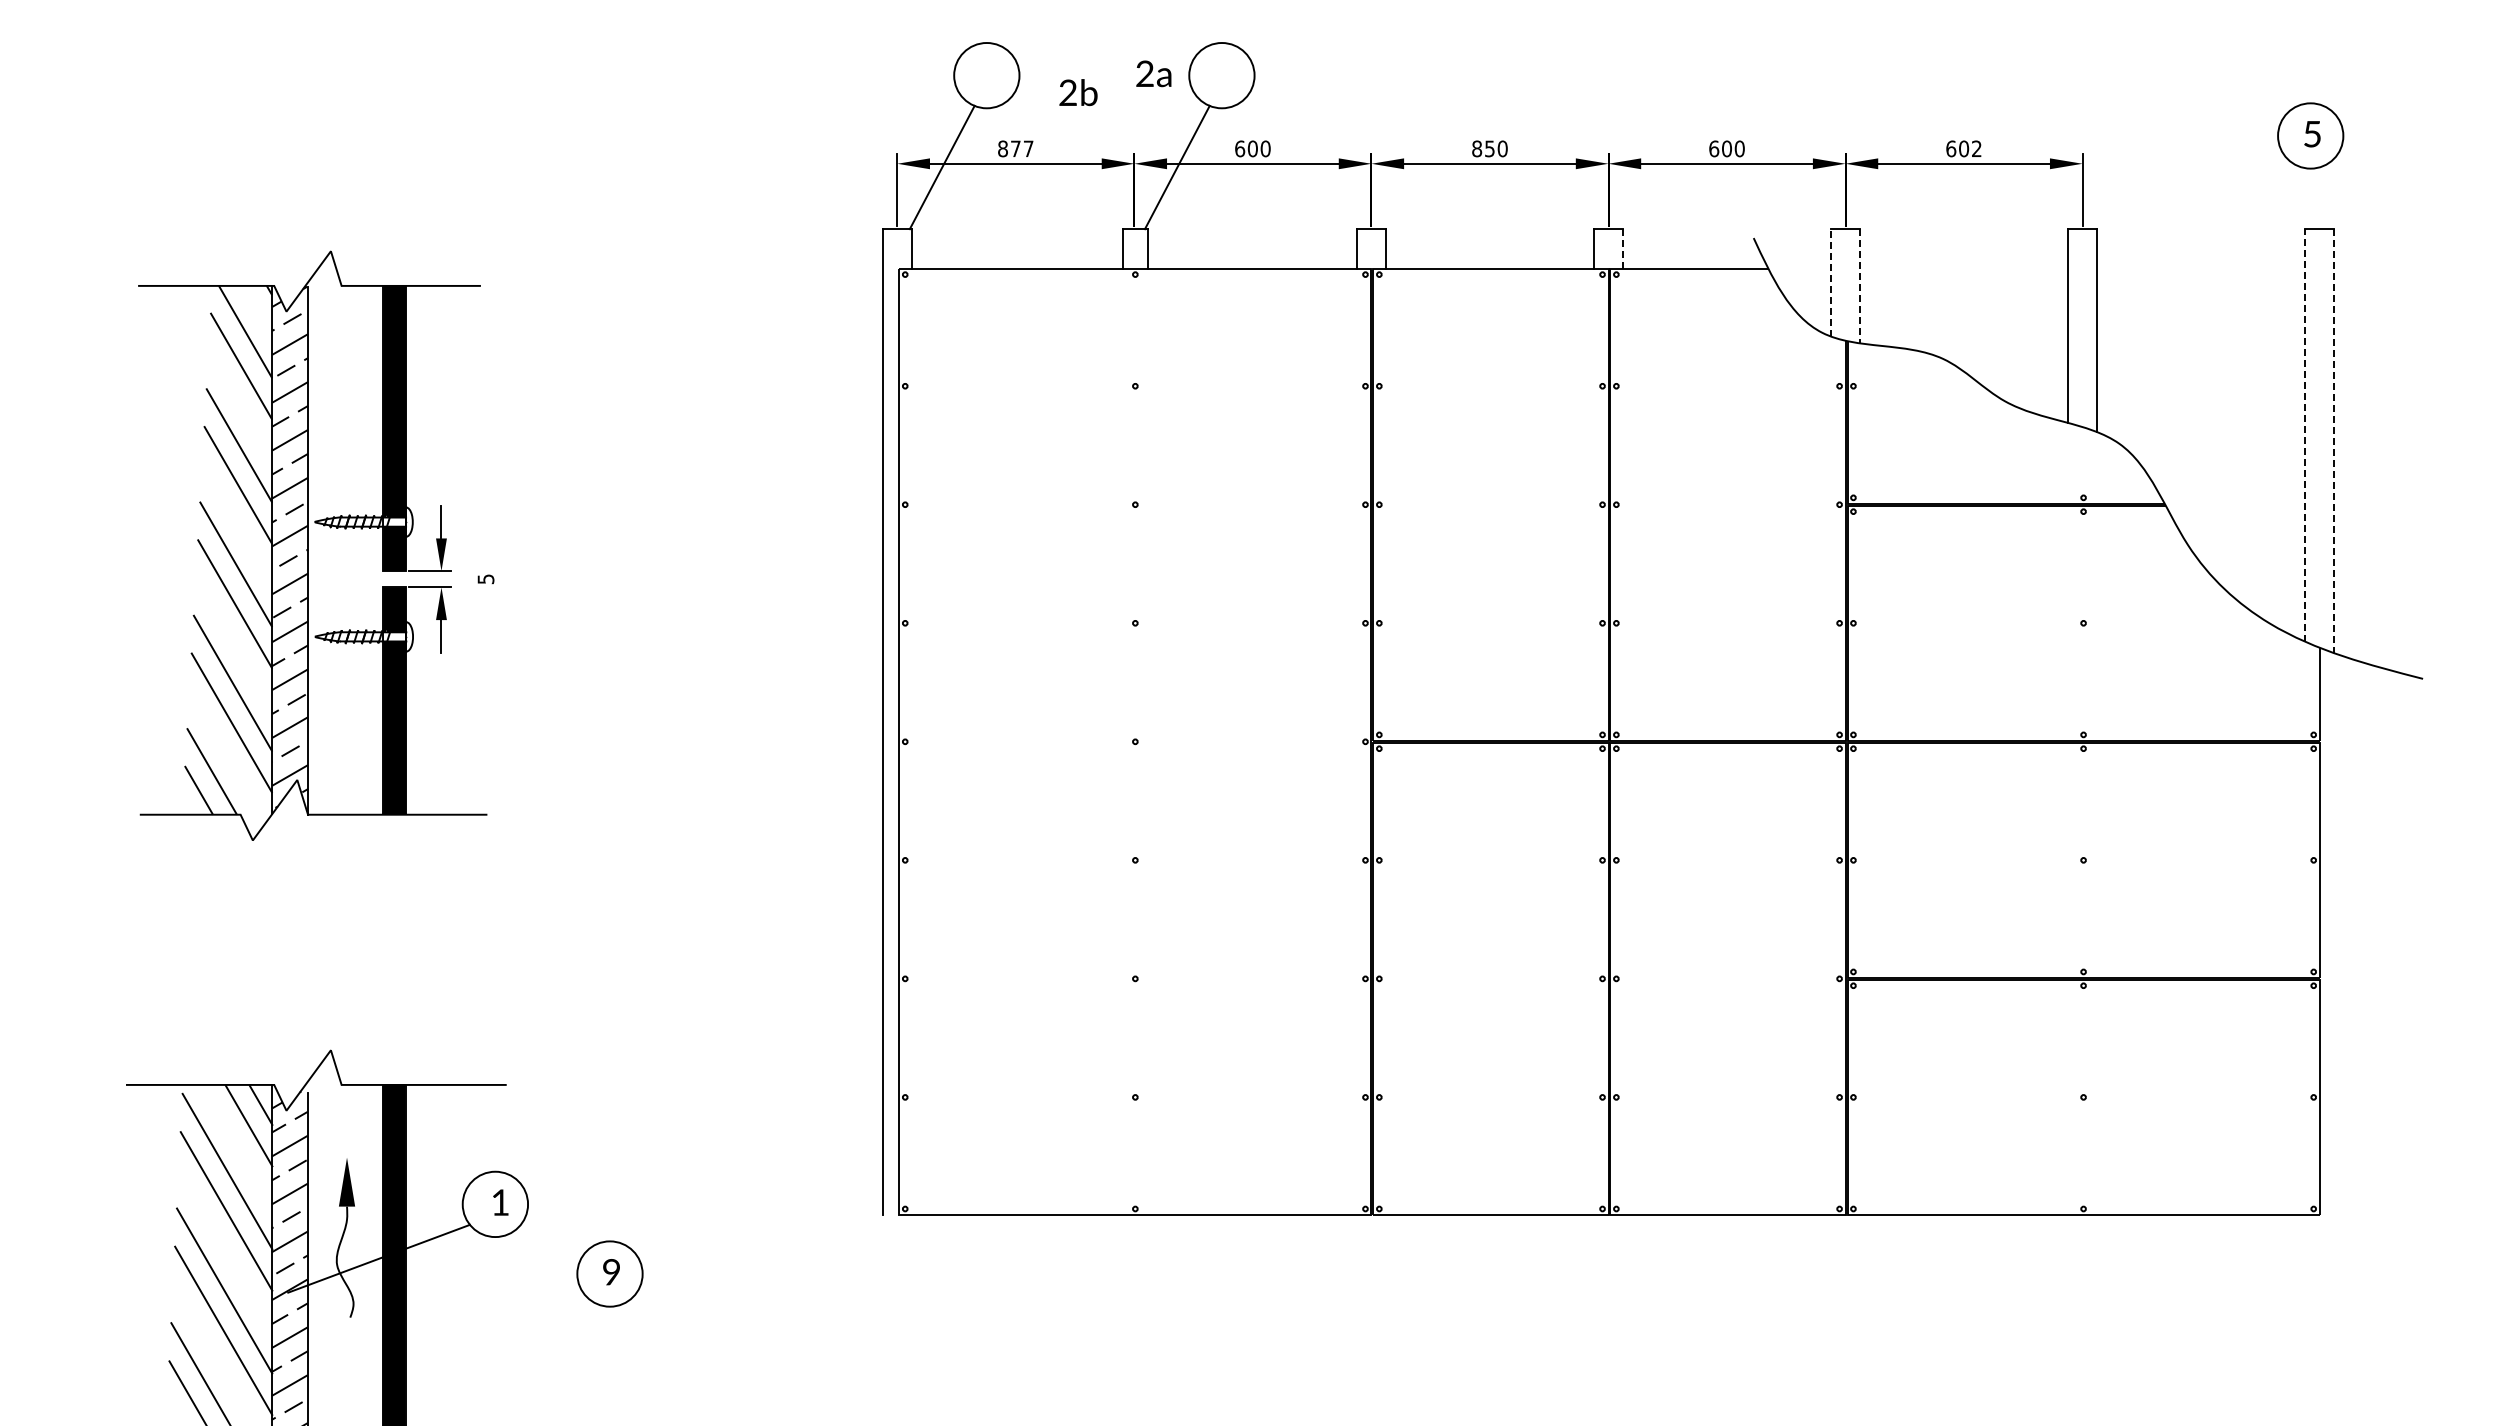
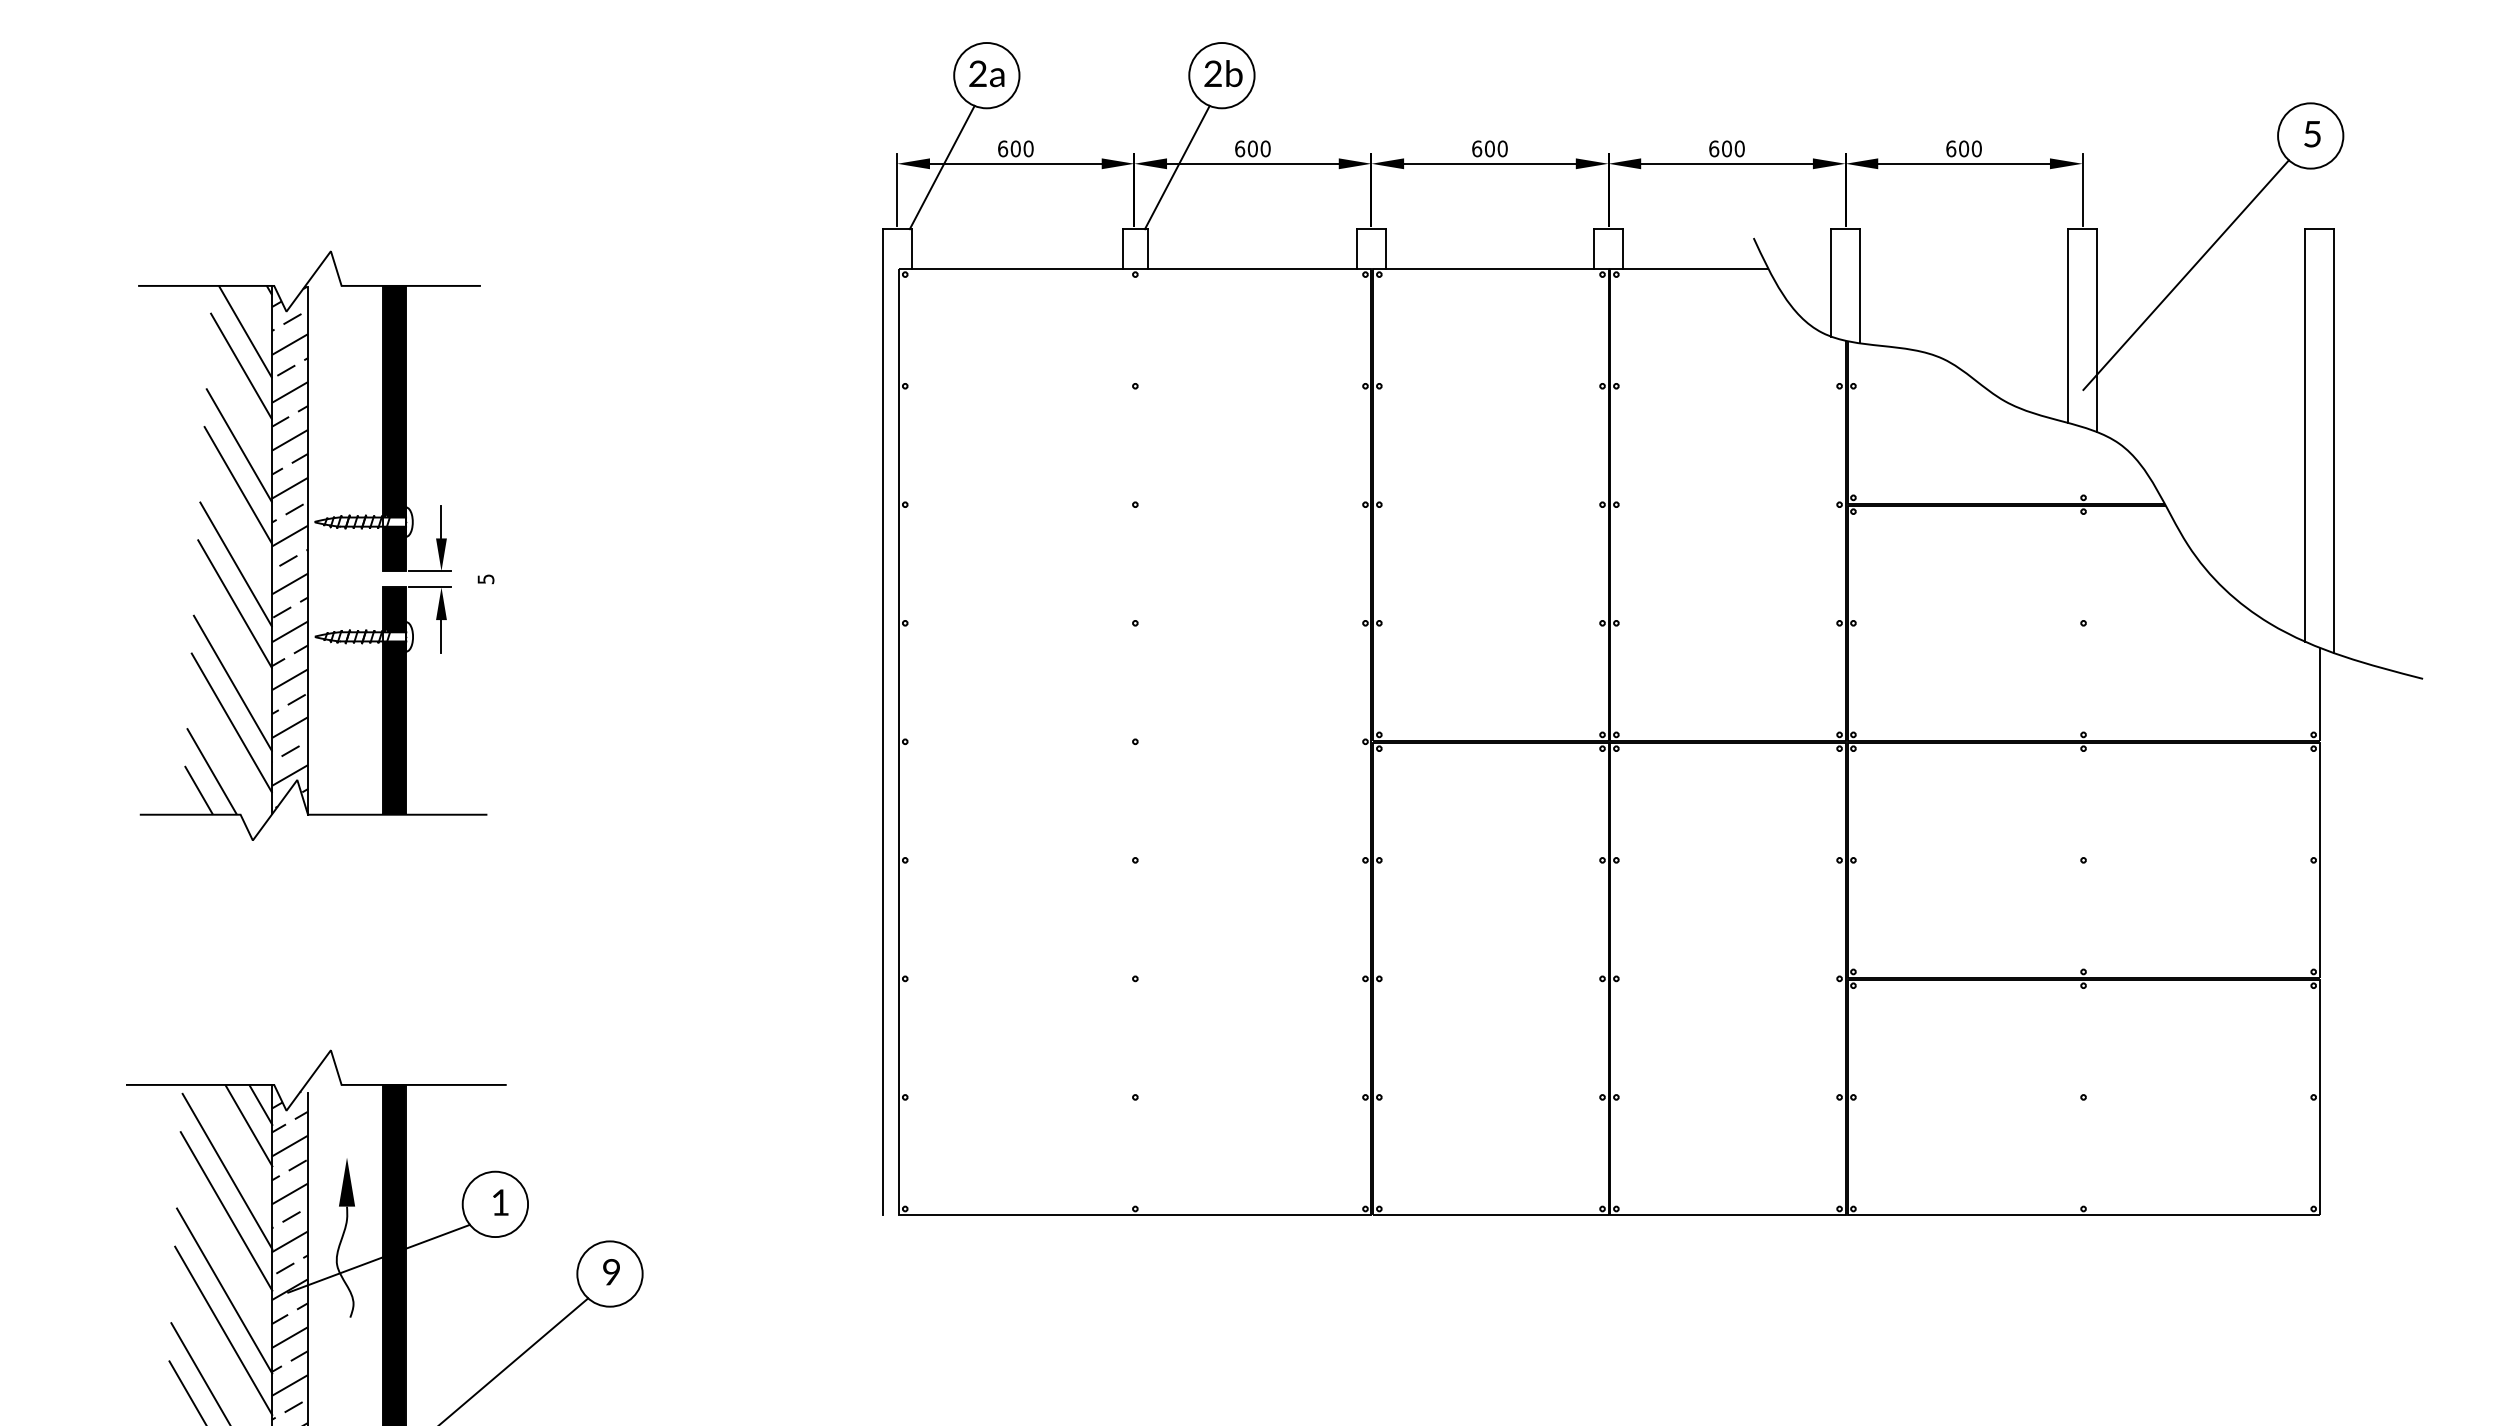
text at (1153, 73) position: (1153, 73) -> (986, 73)
text at (1078, 92) position: (1078, 92) -> (1223, 73)
text at (1015, 148): 877 -> 600
text at (1483, 148): 850 -> 600
text at (1976, 148): 602 -> 600
line at (1622, 248): dashed -> solid
line at (2185, 274): none -> present
line at (1831, 282): dashed -> solid
line at (1859, 286): dashed -> solid
line at (2305, 434): dashed -> solid
line at (2334, 441): dashed -> solid
line at (515, 1360): none -> present
